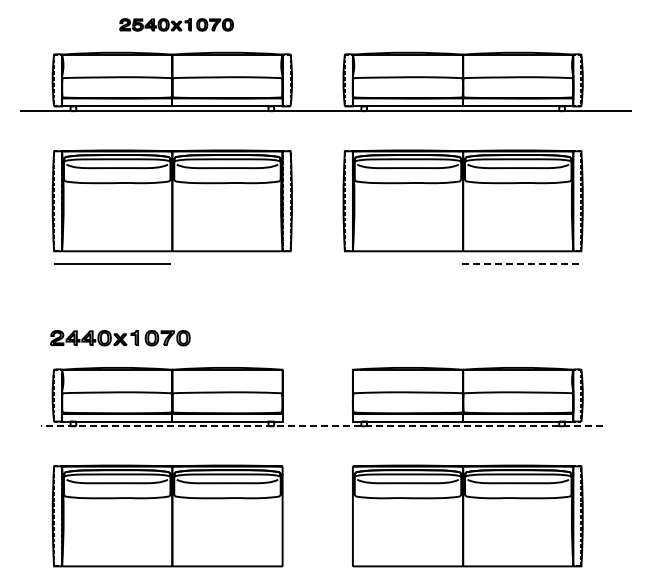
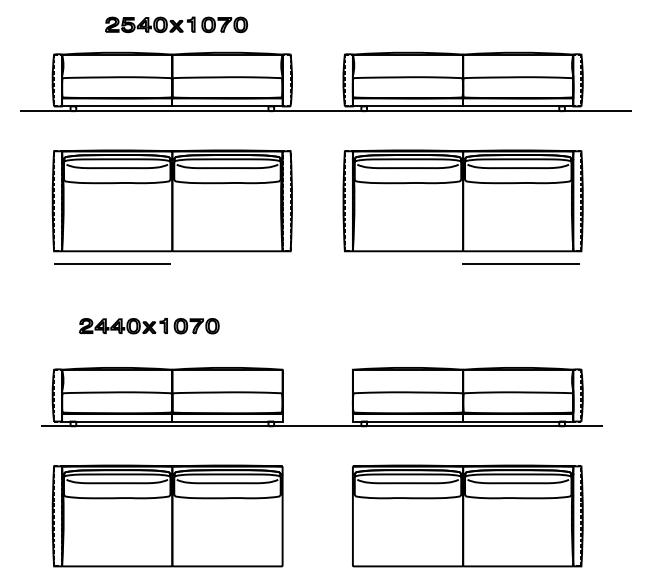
part at (176, 24) size: 115x14 px -> 143x18 px
line at (520, 264): dashed -> solid
part at (120, 338) position: (120, 338) -> (149, 326)
line at (321, 426): dashed -> solid
